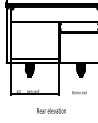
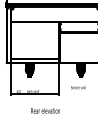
text at (79, 92) position: (79, 92) -> (78, 87)
text at (51, 110) position: (51, 110) -> (45, 110)
